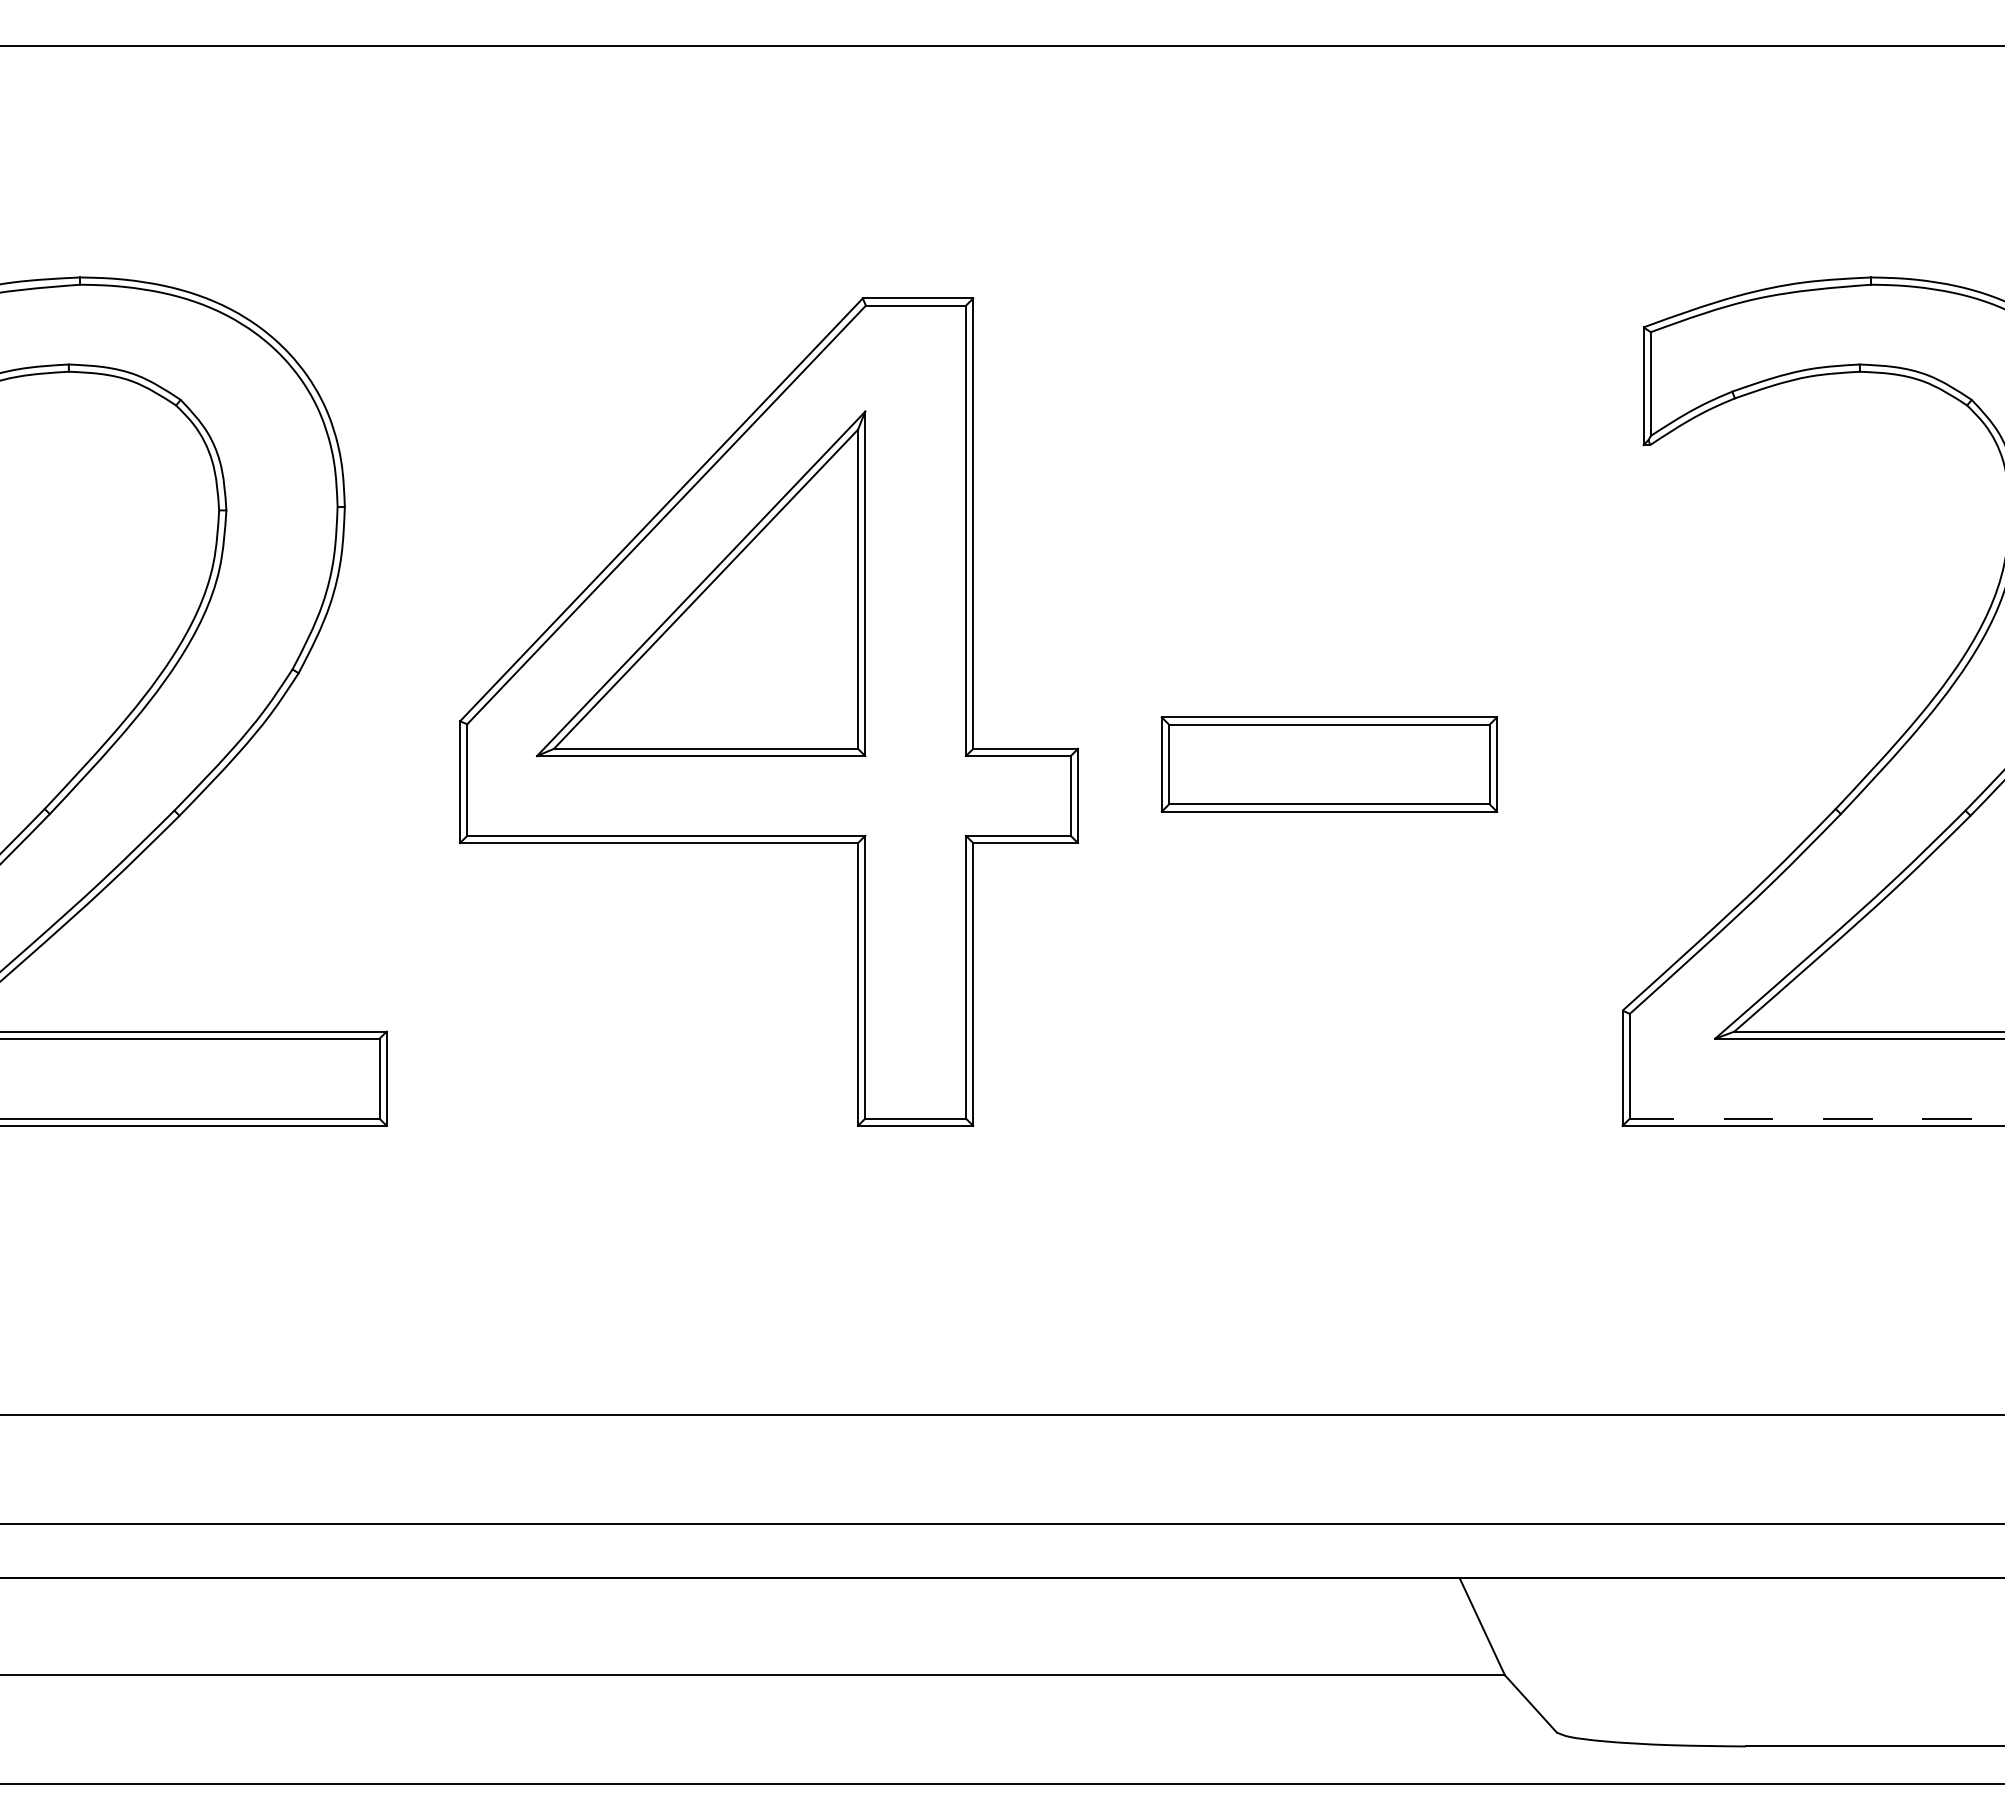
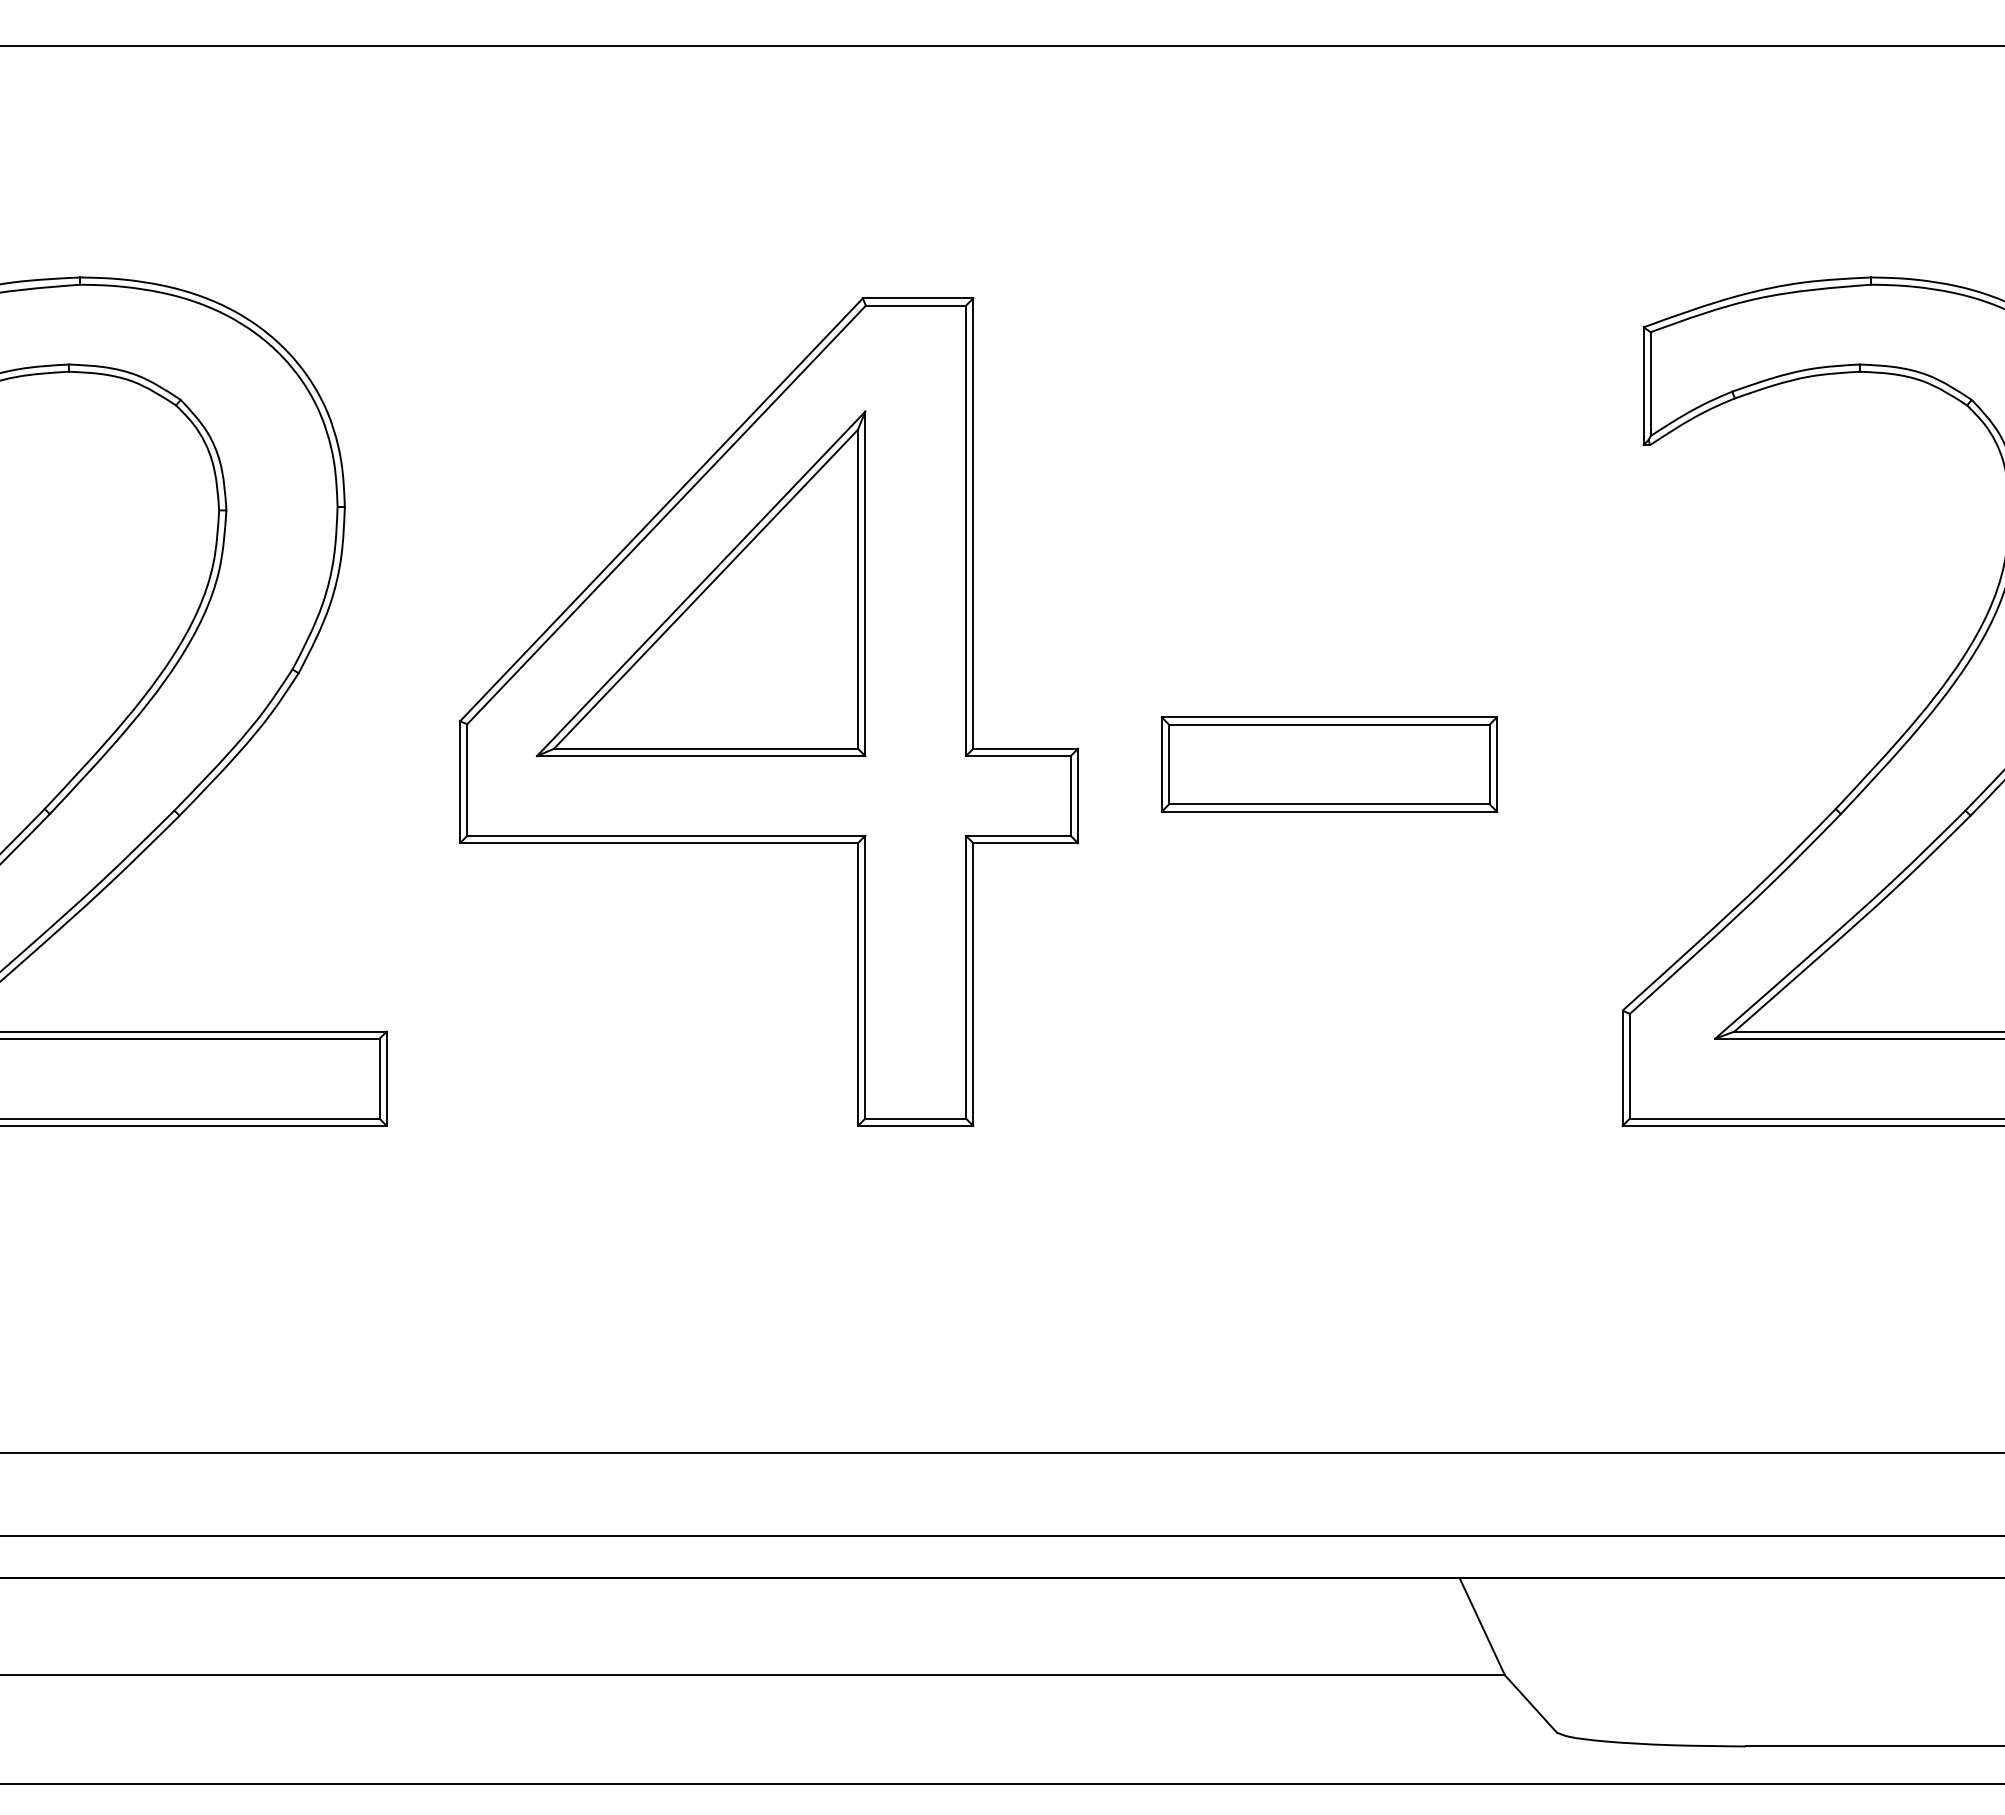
line at (1816, 1118): dashed -> solid
line at (1001, 1415) position: (1001, 1415) -> (1001, 1453)
line at (1001, 1524) position: (1001, 1524) -> (1001, 1536)
